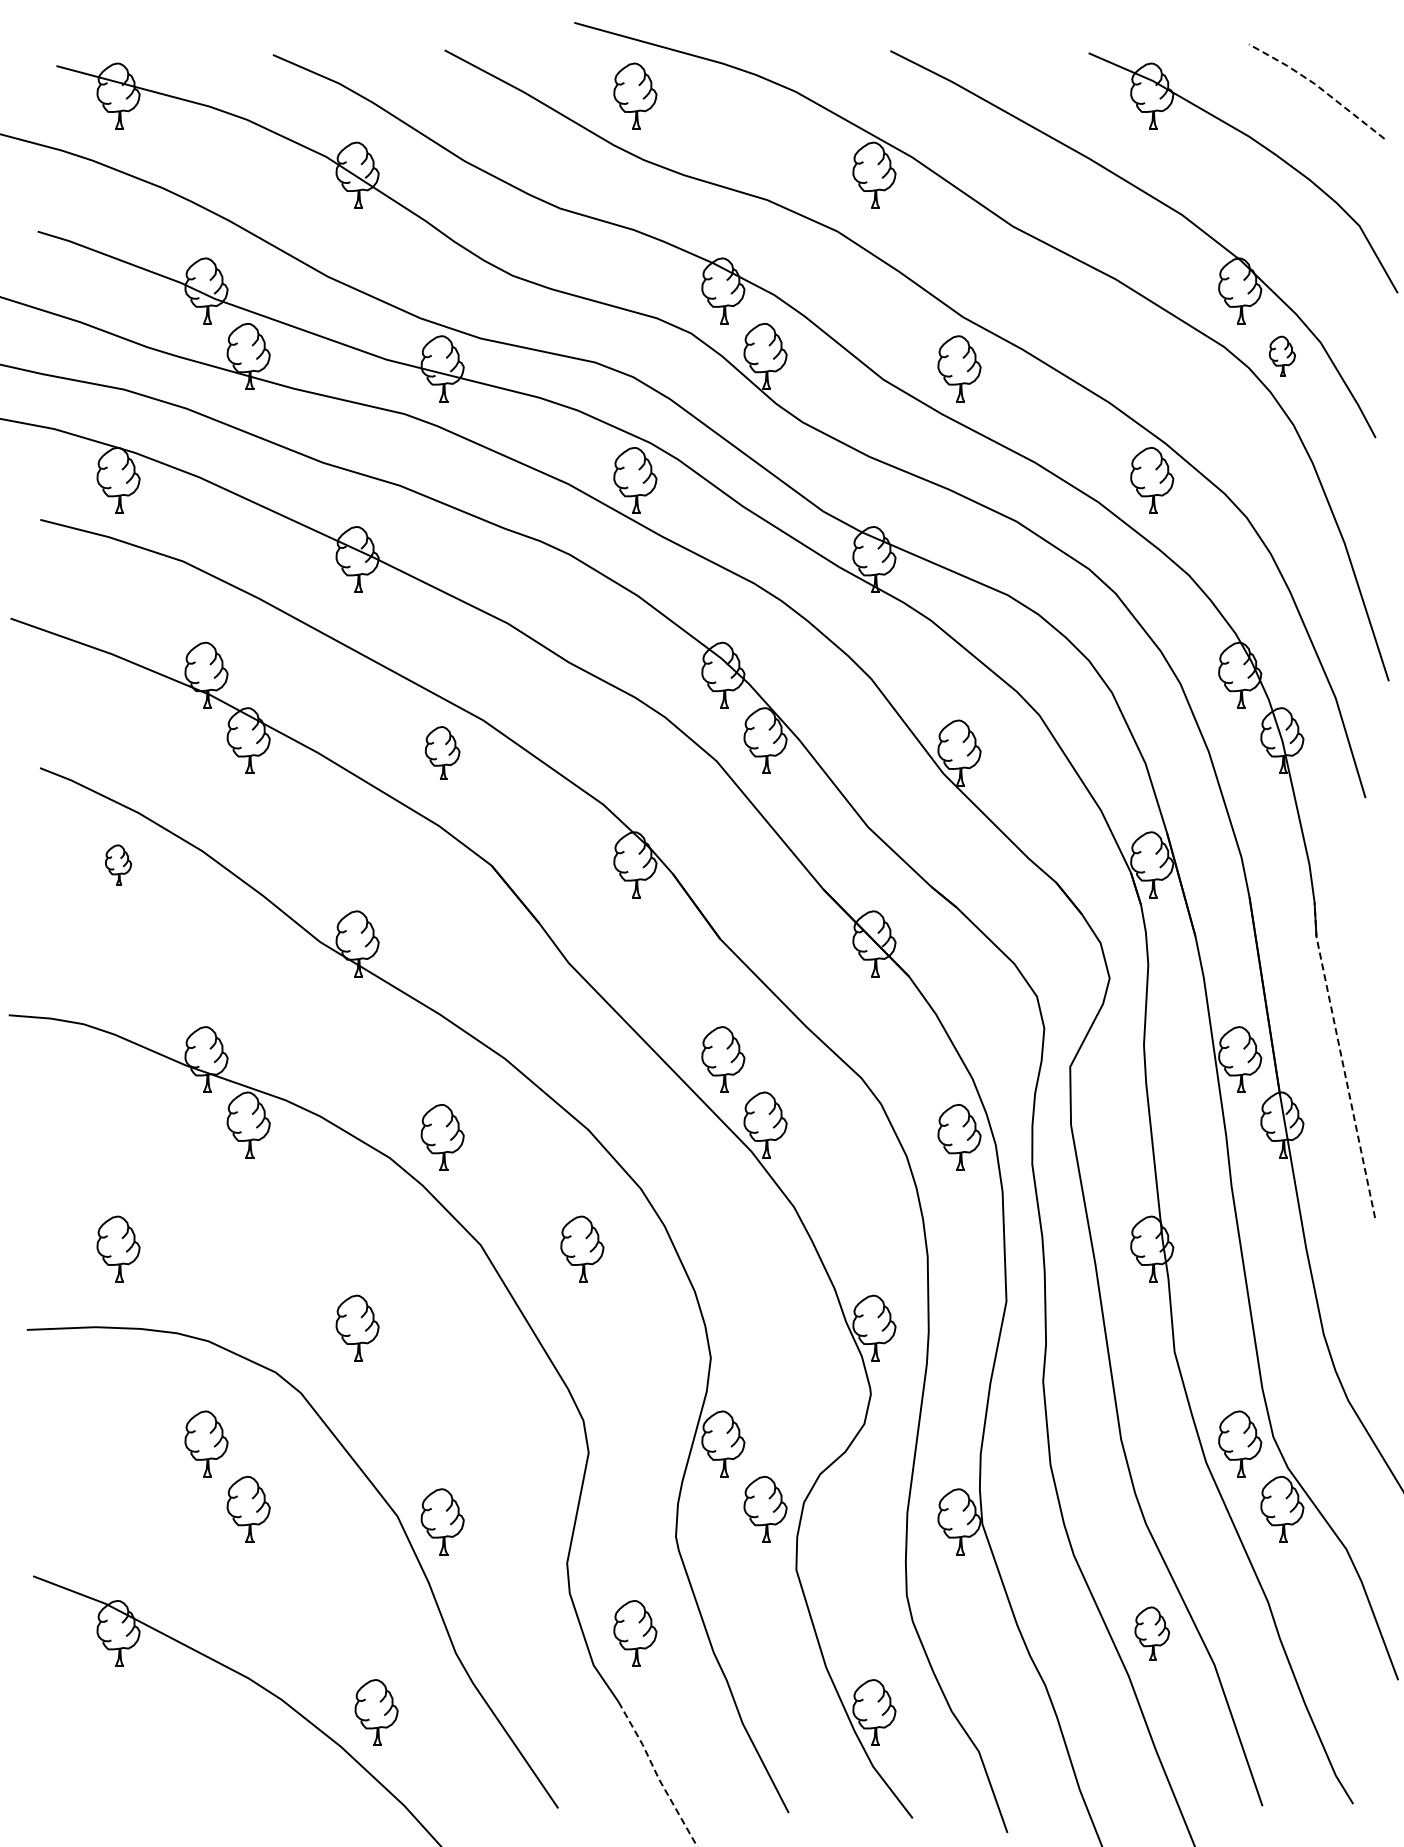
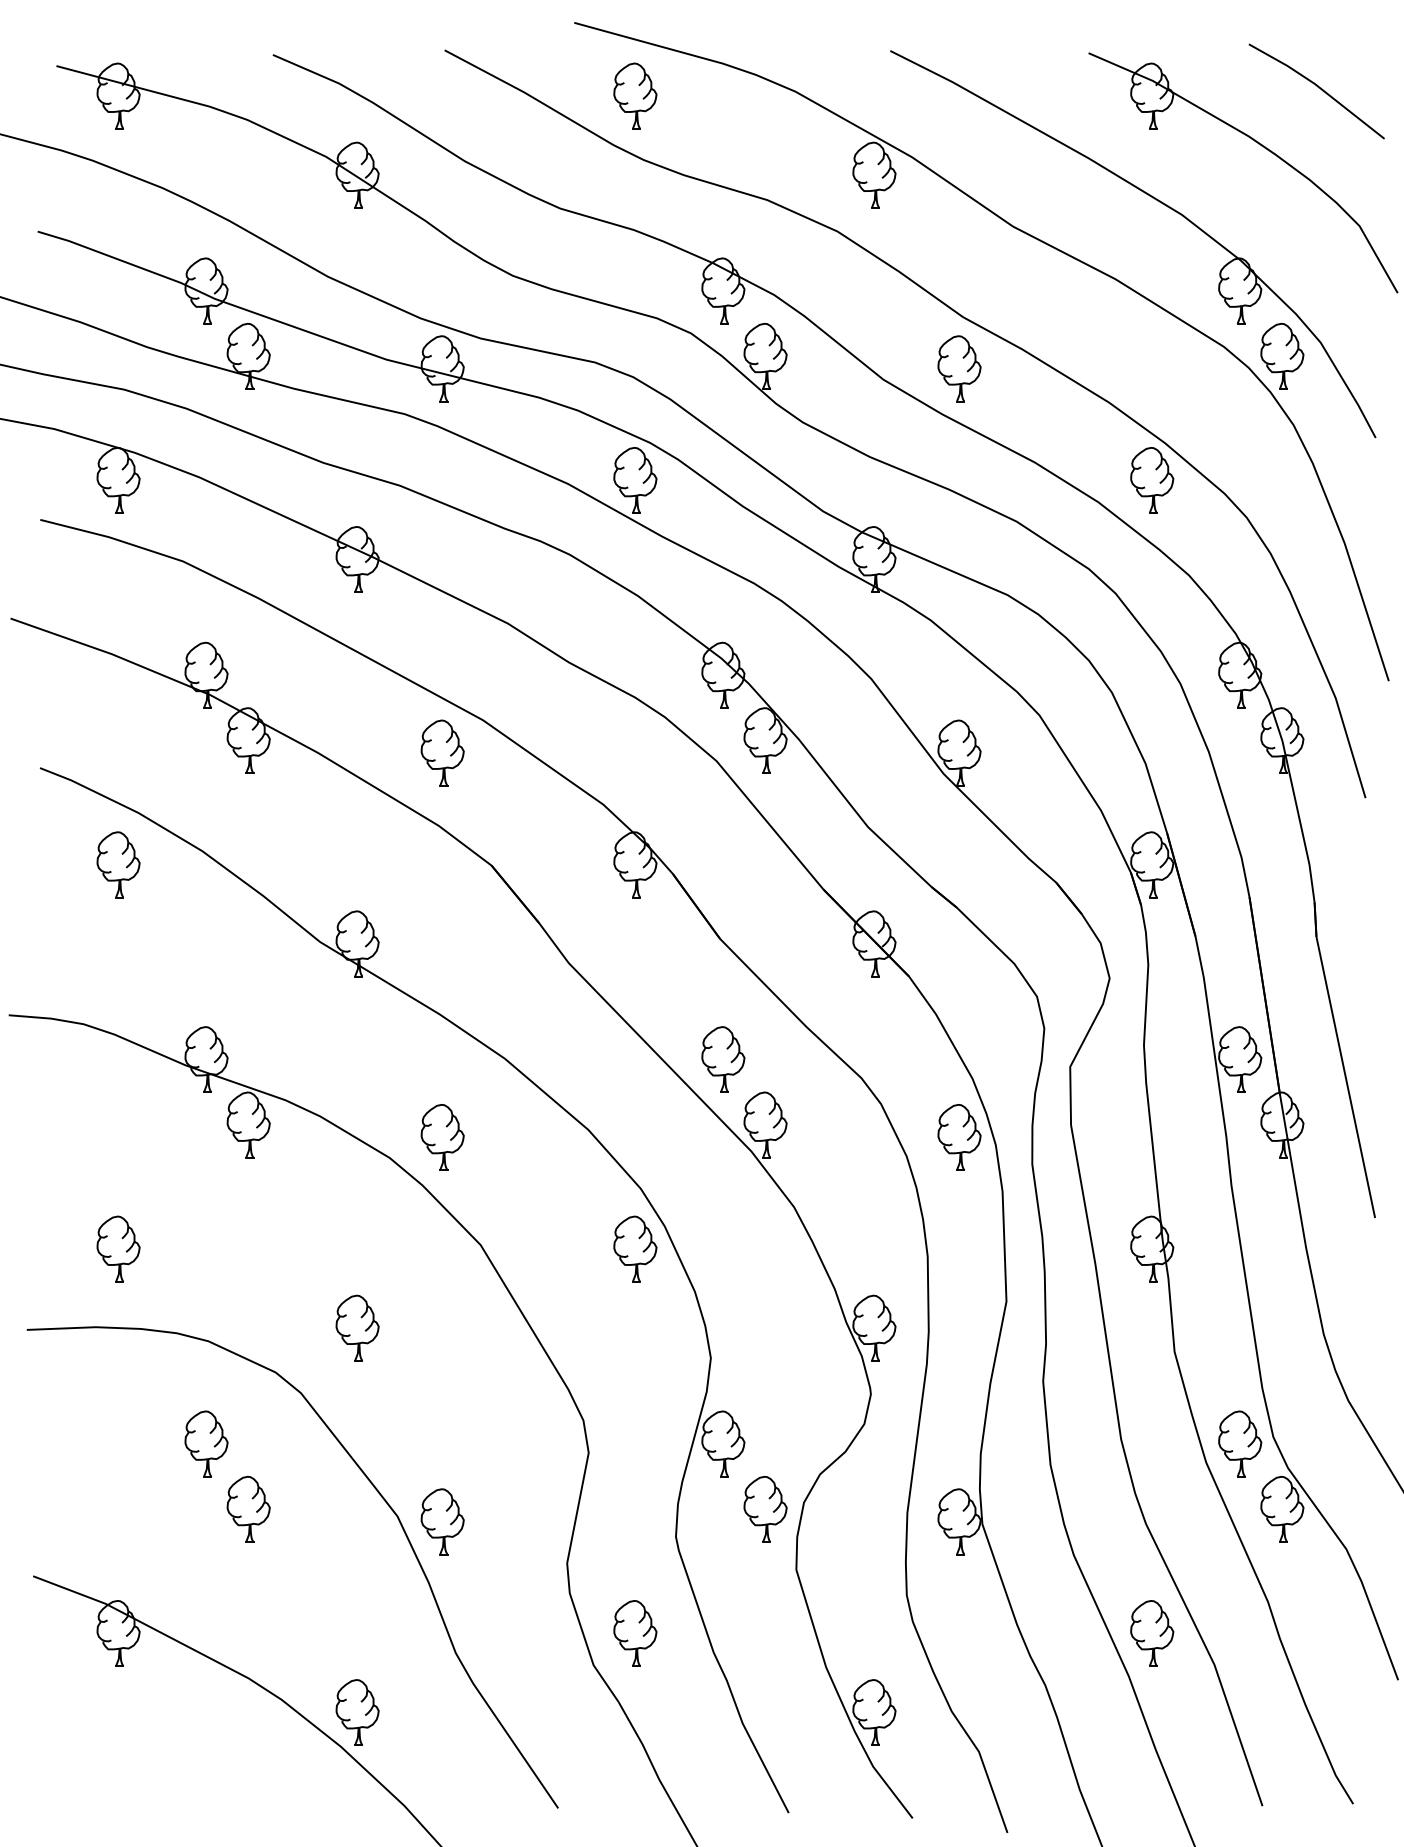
line at (1317, 86): dashed -> solid
part at (1281, 355) size: 28x42 px -> 45x68 px
part at (442, 752) size: 36x54 px -> 45x68 px
part at (118, 864) size: 27x42 px -> 45x68 px
line at (1342, 1059): dashed -> solid
part at (582, 1248) position: (582, 1248) -> (635, 1248)
part at (1152, 1633) size: 37x55 px -> 45x67 px
part at (376, 1712) position: (376, 1712) -> (357, 1712)
line at (657, 1775): dashed -> solid
